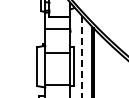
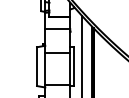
line at (81, 56): dashed -> solid
